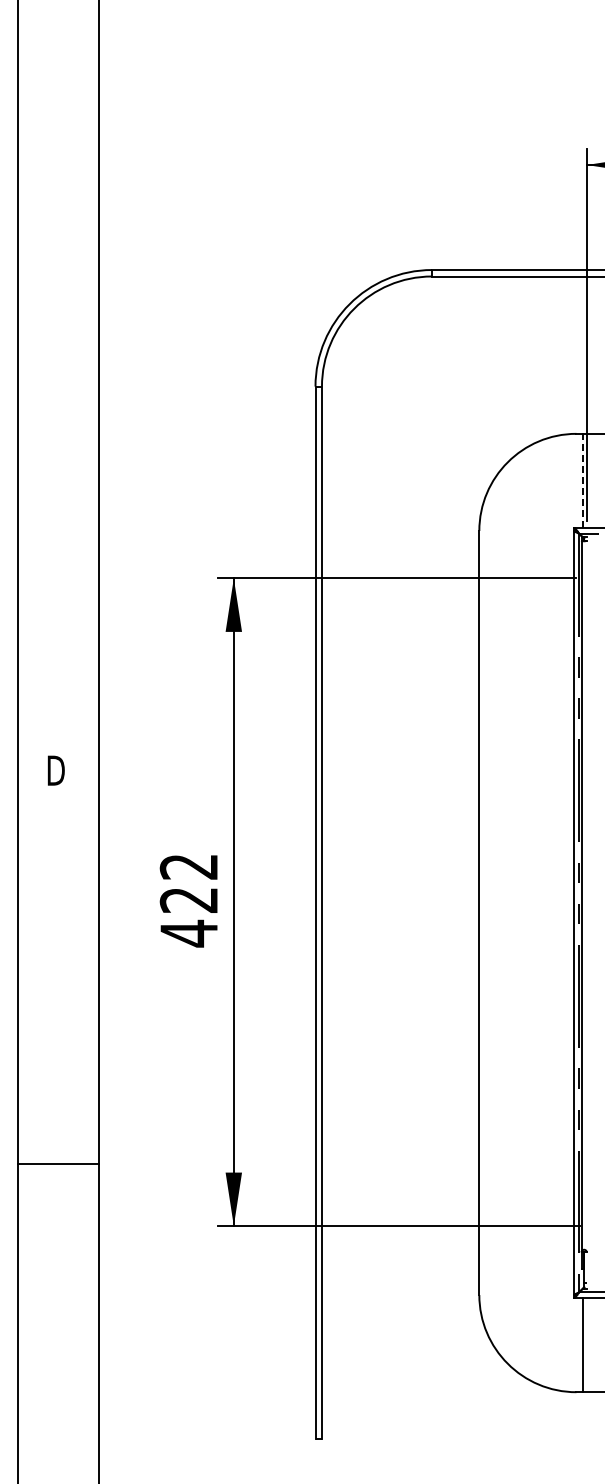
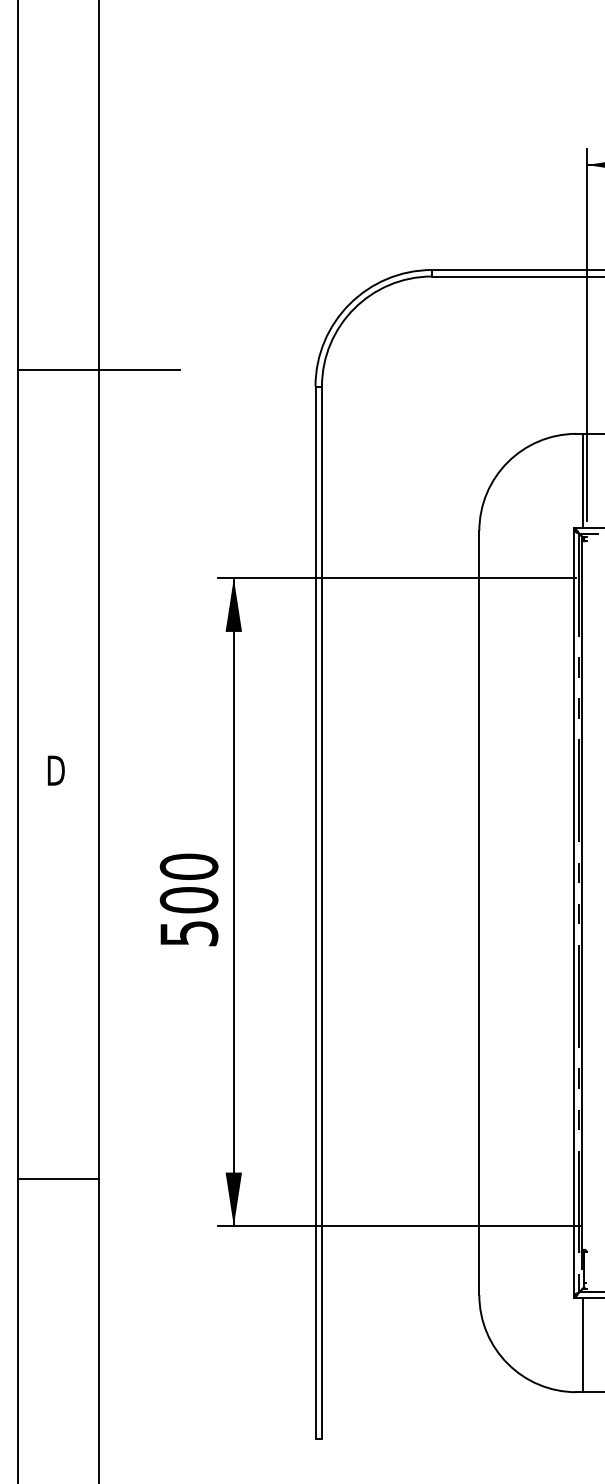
line at (99, 369): none -> present
line at (582, 480): dashed -> solid
text at (188, 900): 422 -> 500
line at (58, 1164) position: (58, 1164) -> (58, 1179)
